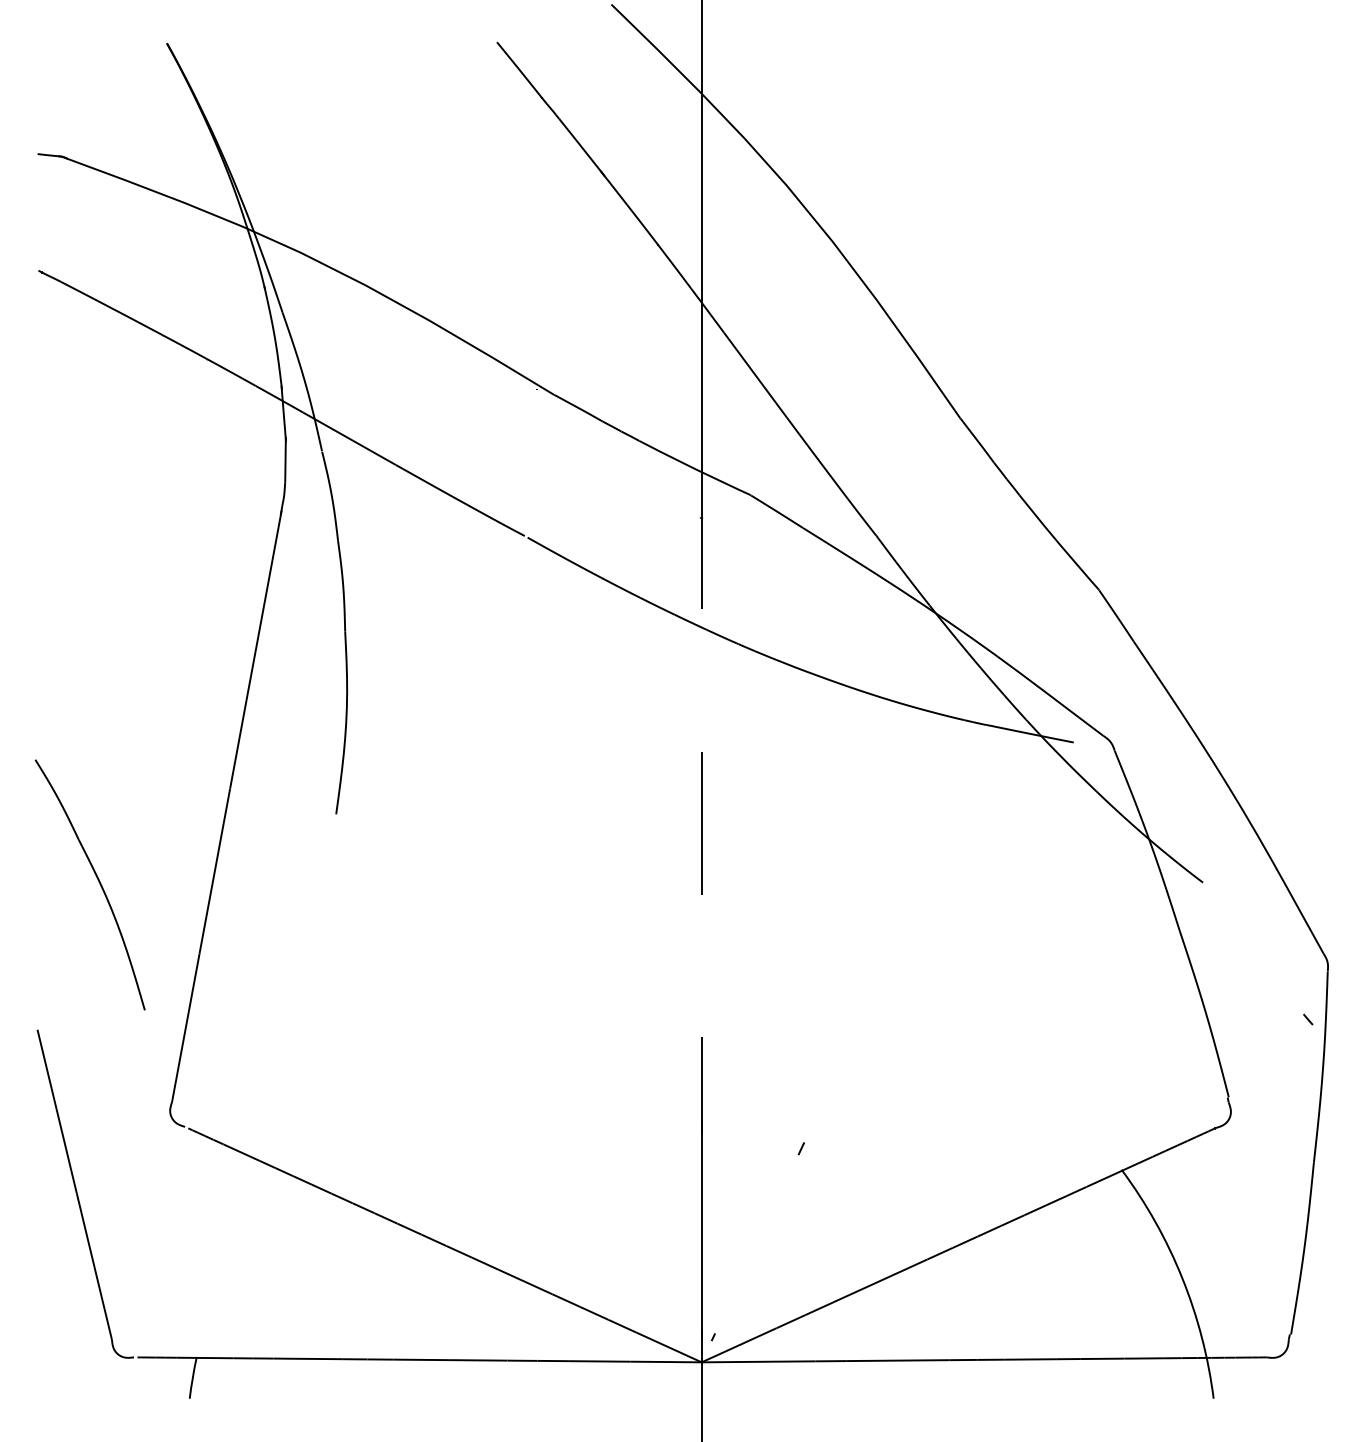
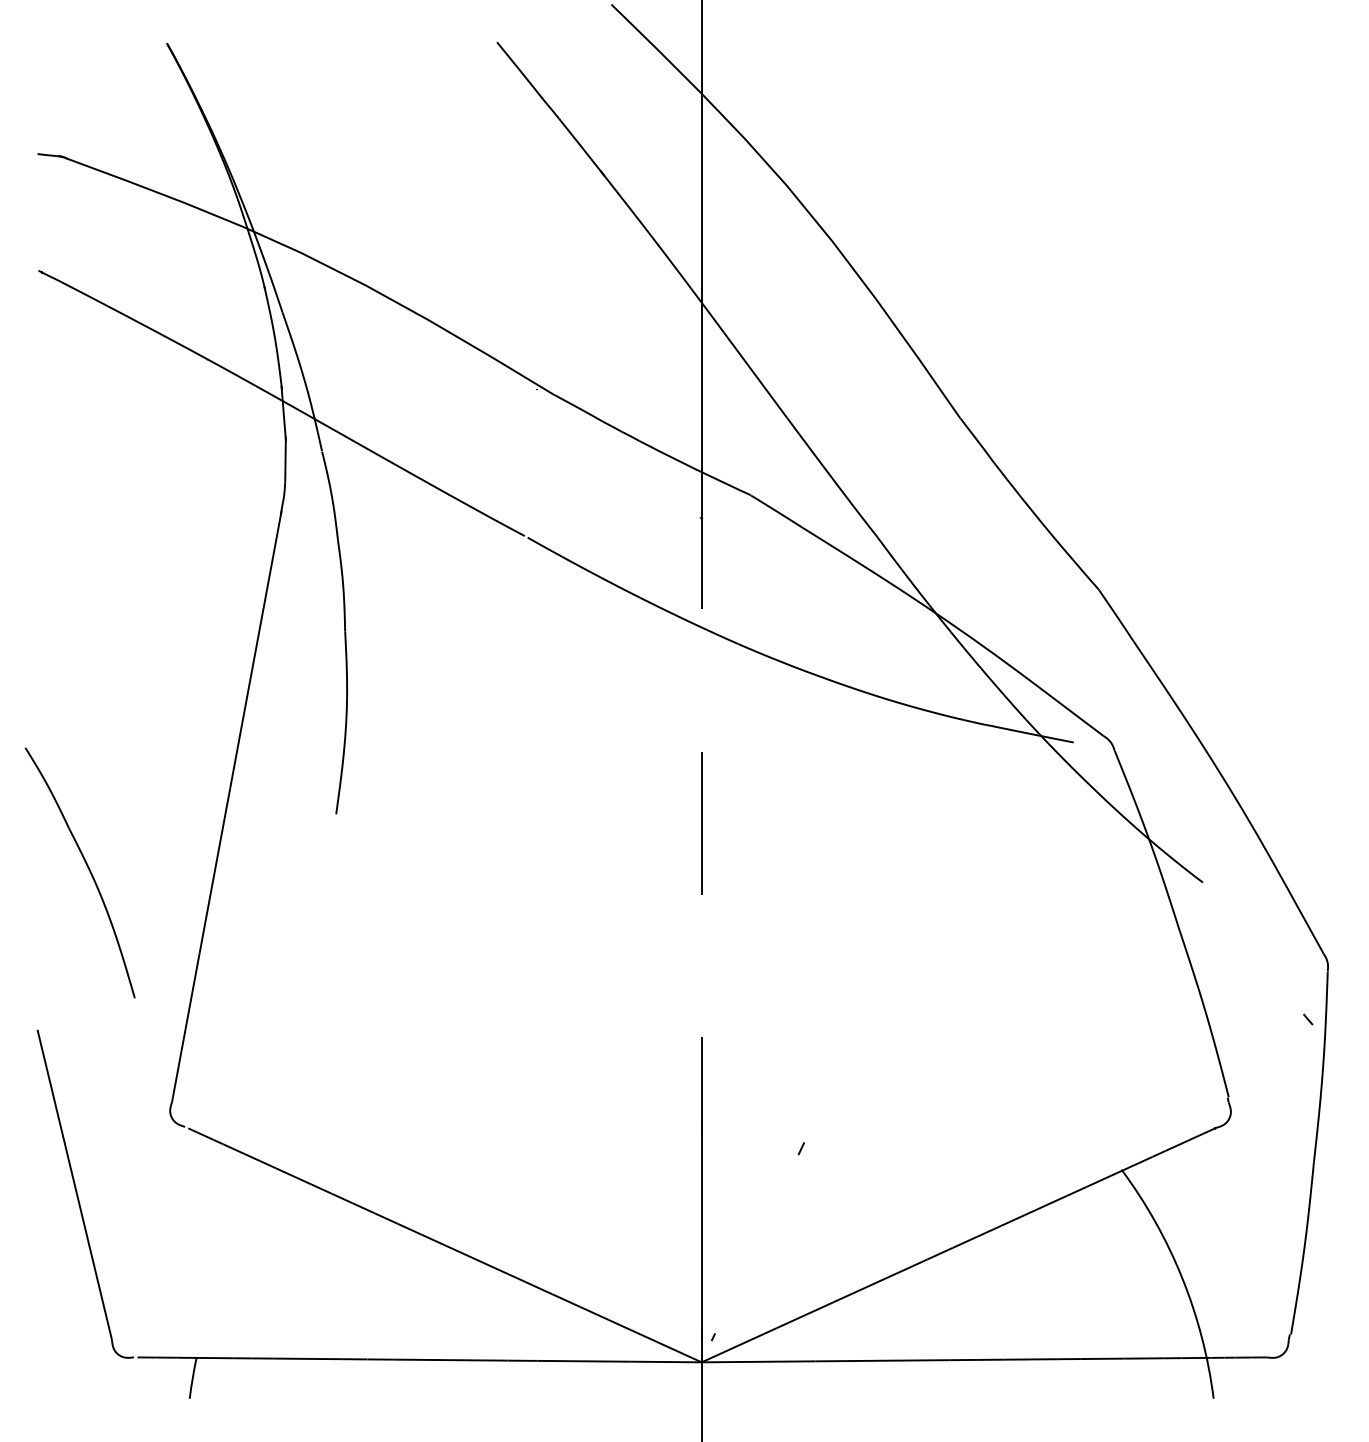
part at (97, 880) position: (97, 880) -> (87, 868)
